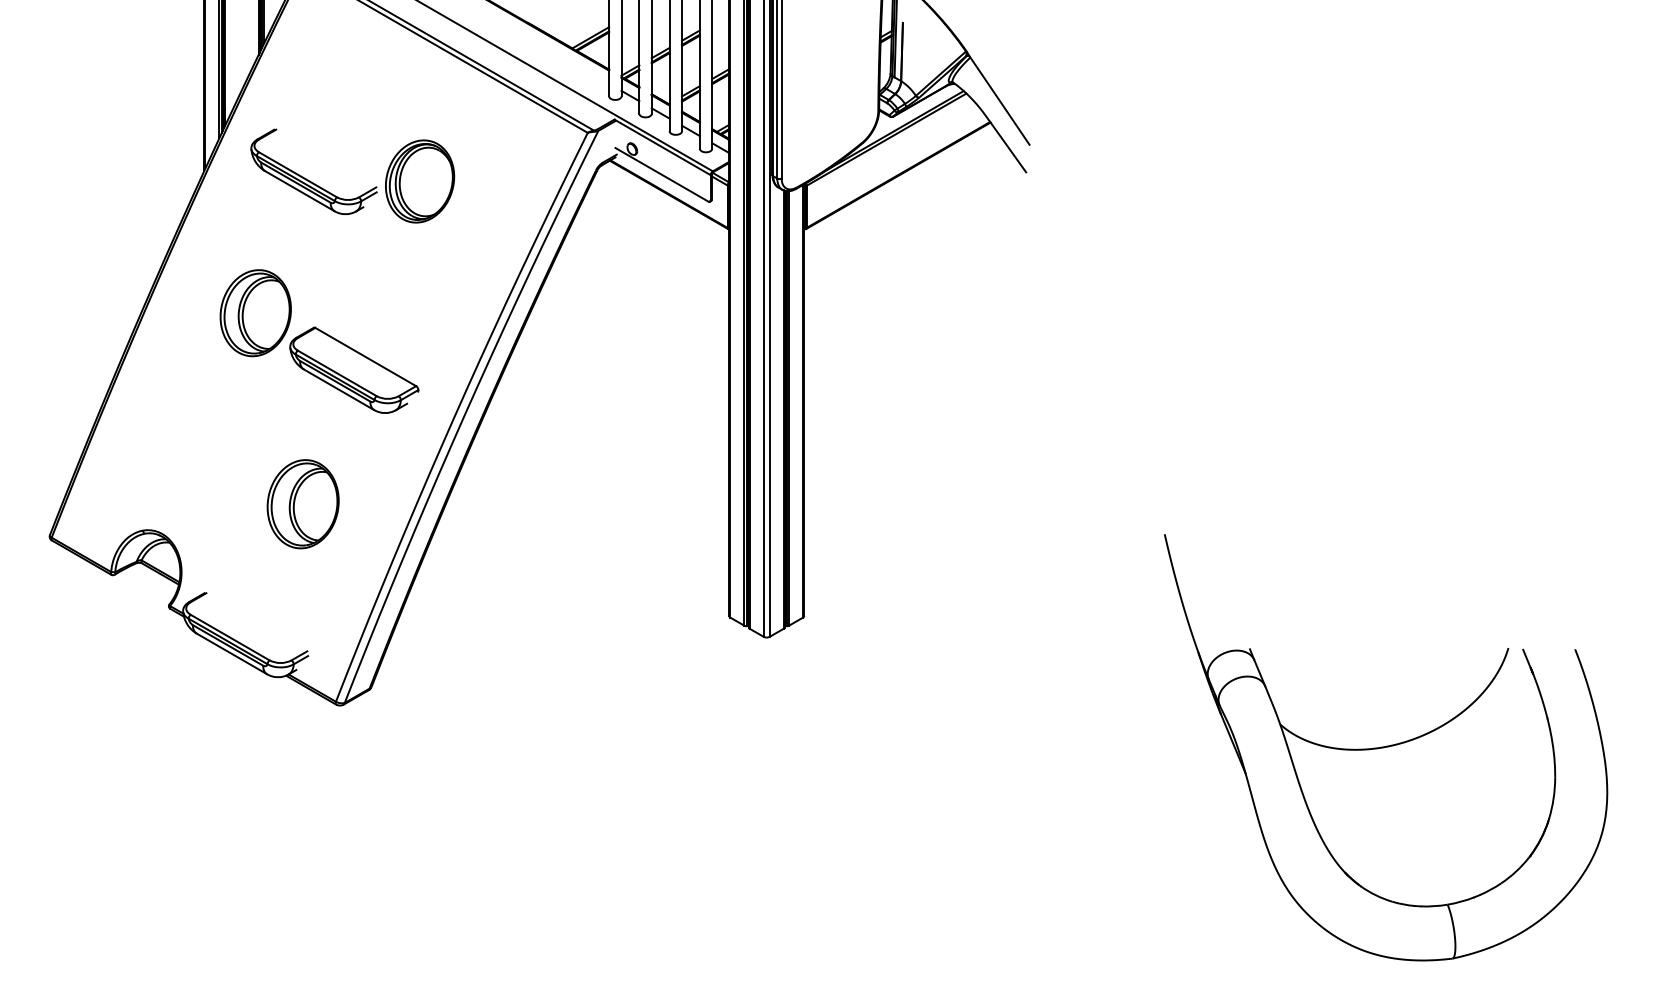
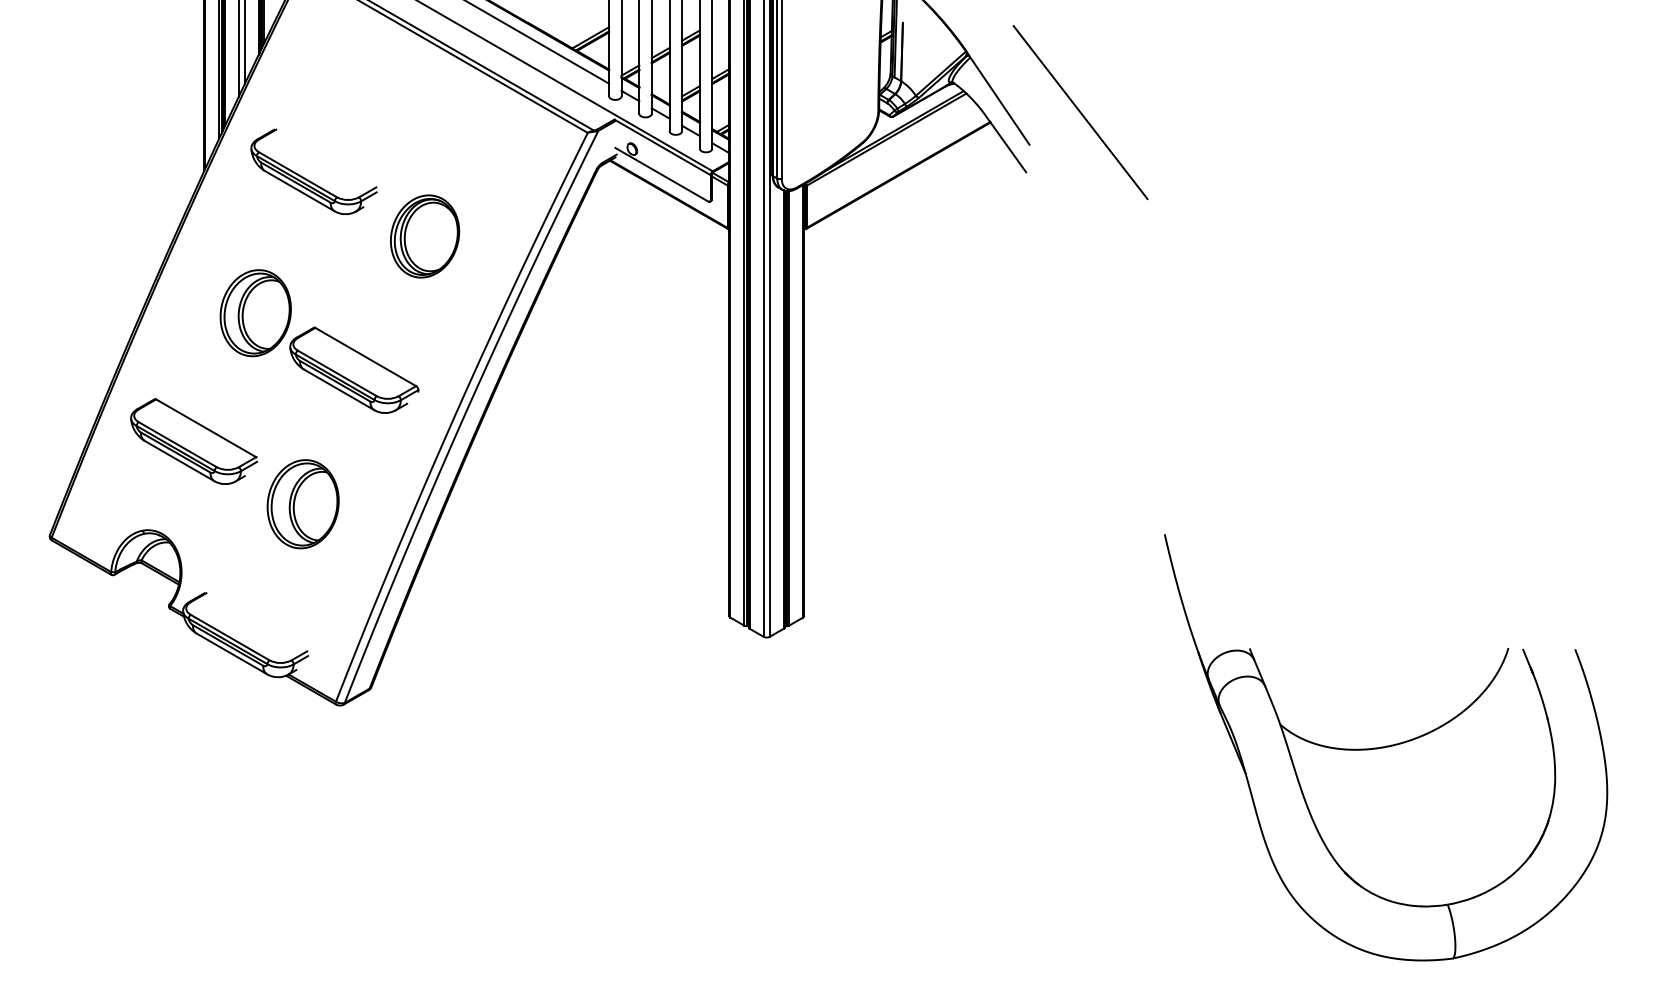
line at (244, 42): none -> present
line at (538, 42): none -> present
line at (238, 49): none -> present
line at (1080, 112): none -> present
part at (420, 181) position: (420, 181) -> (425, 236)
part at (194, 441): none -> present
